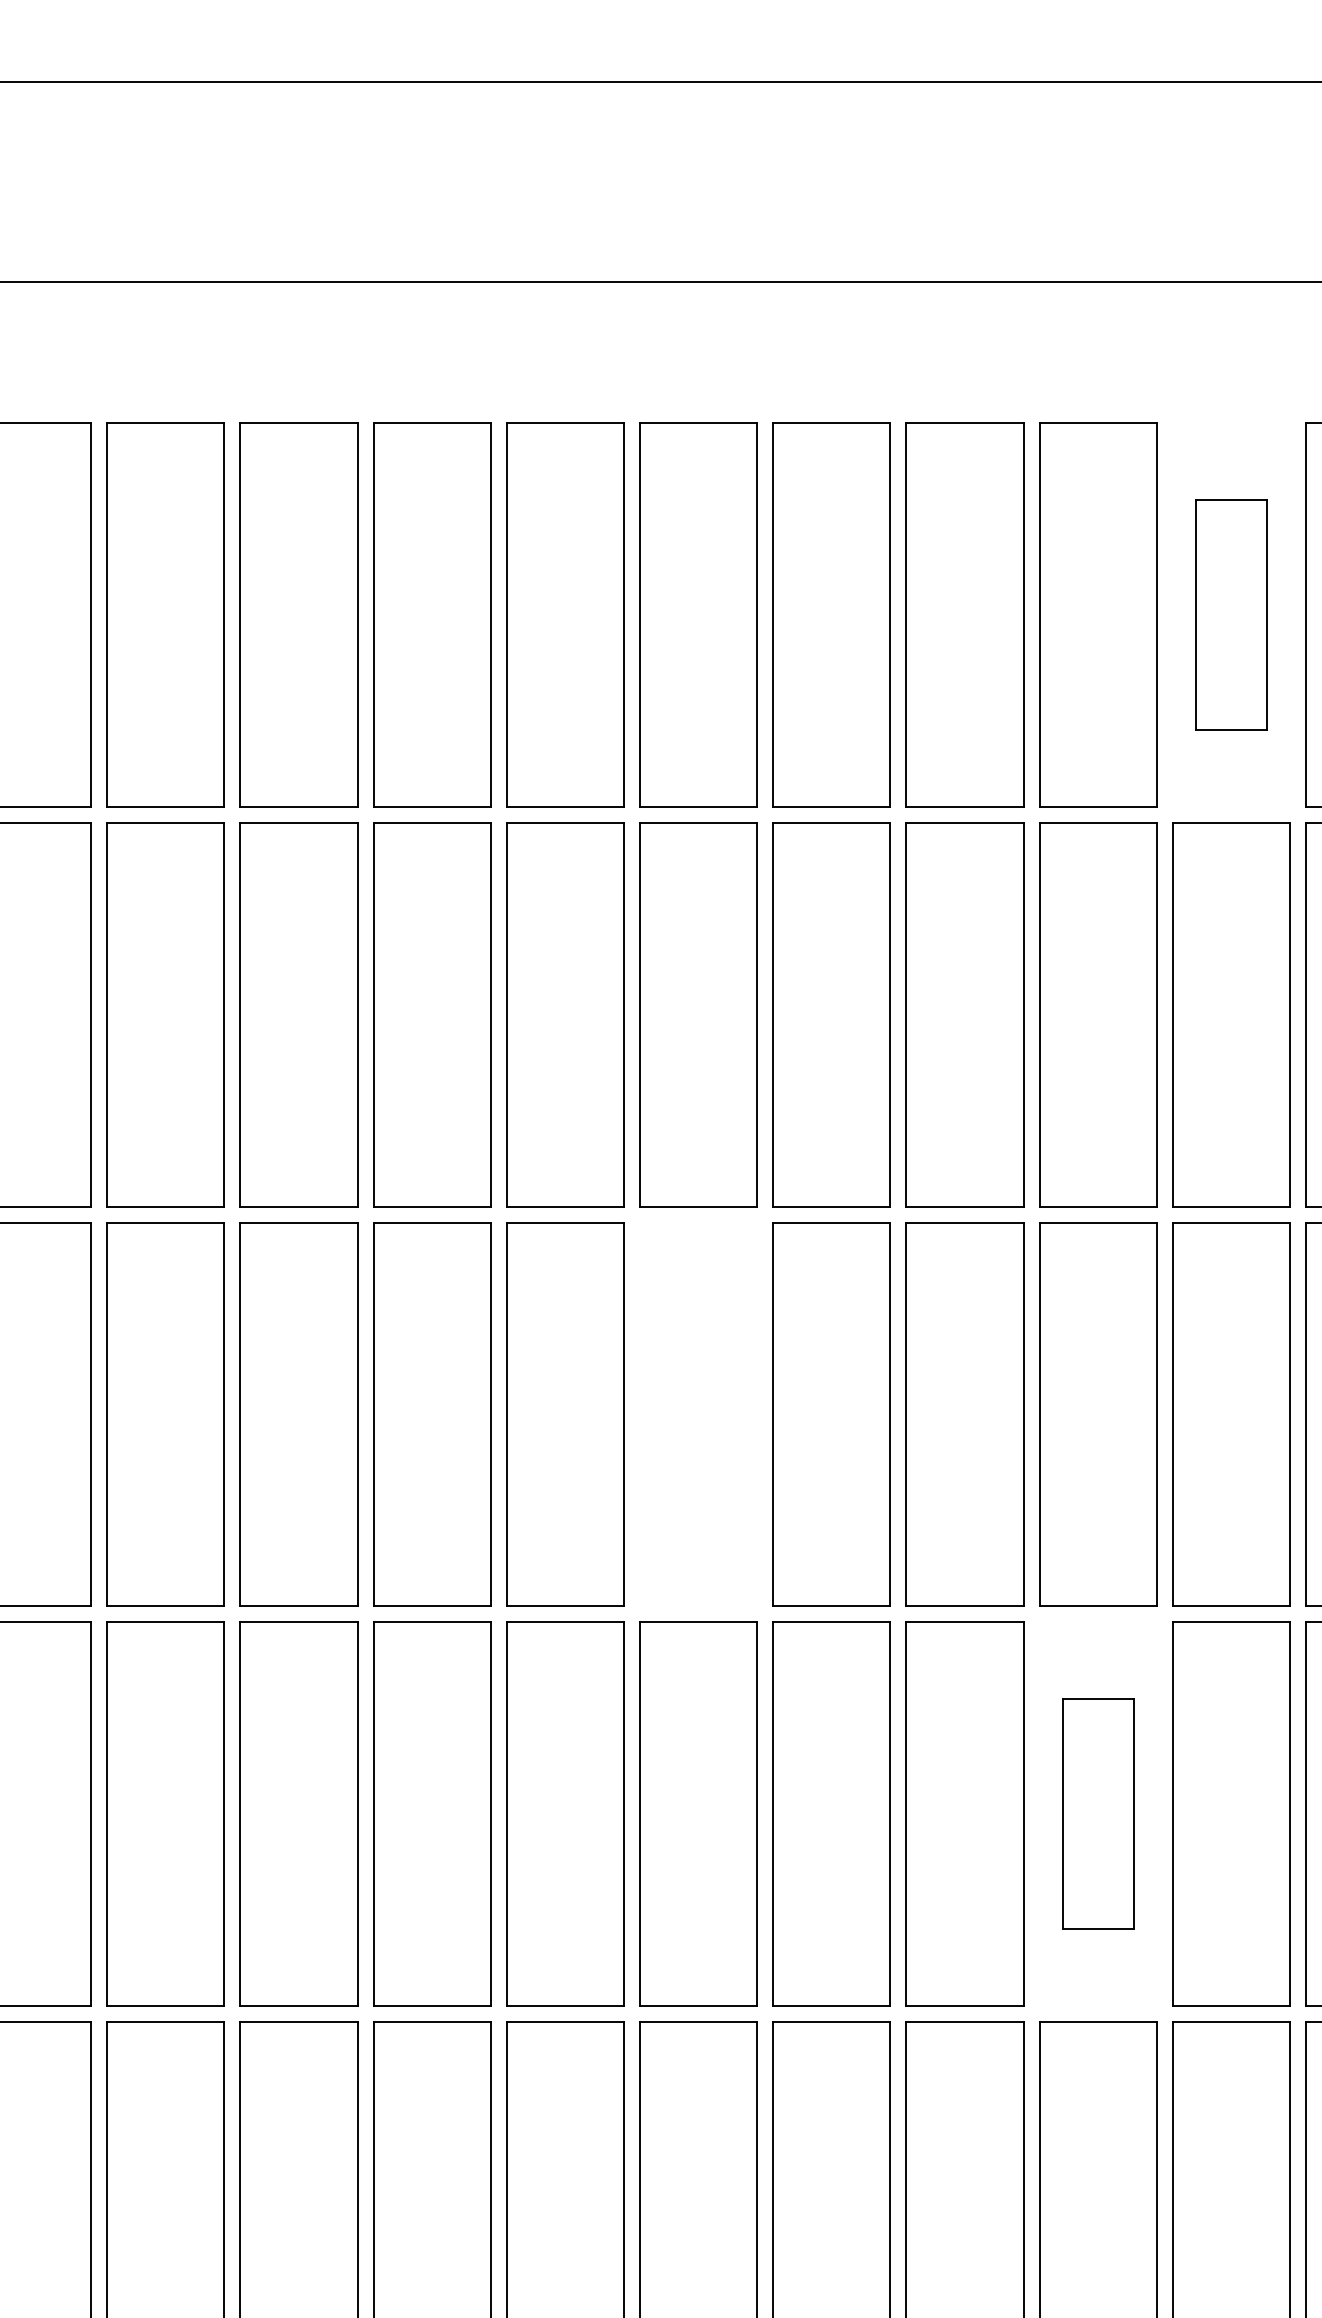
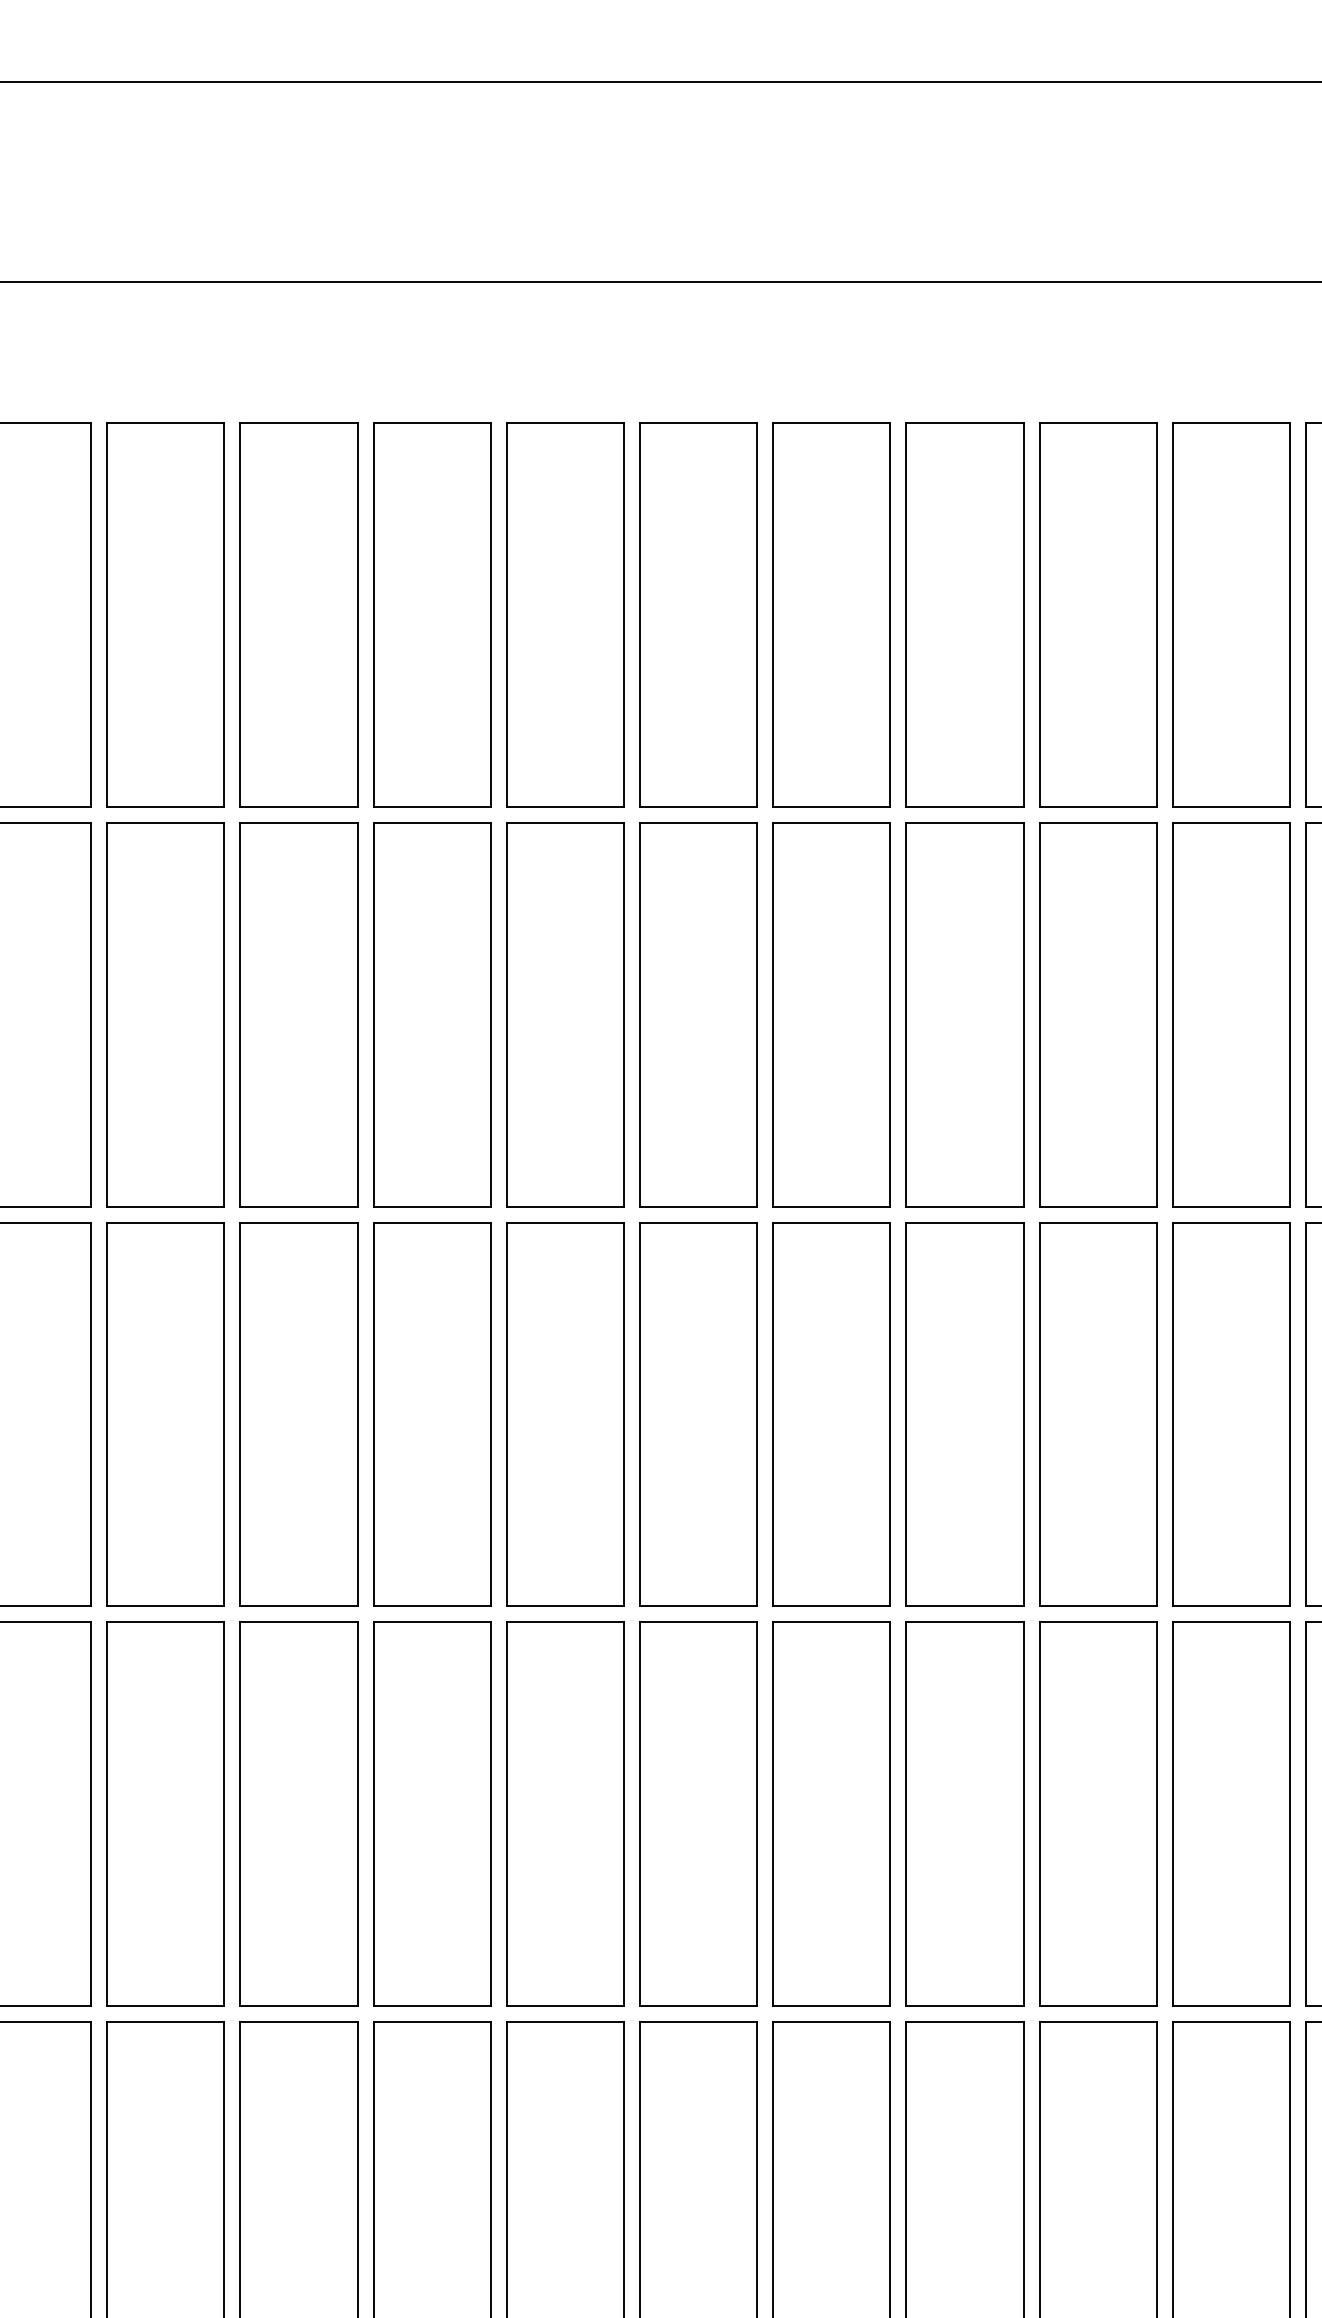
part at (1231, 614) size: 73x232 px -> 119x386 px
part at (698, 1414): none -> present
part at (1098, 1813) size: 73x232 px -> 119x386 px
